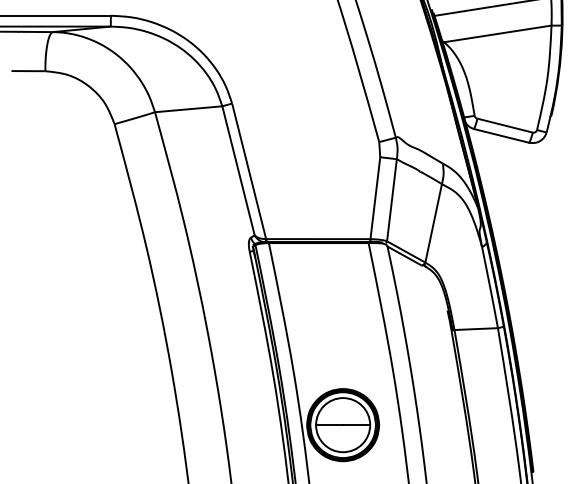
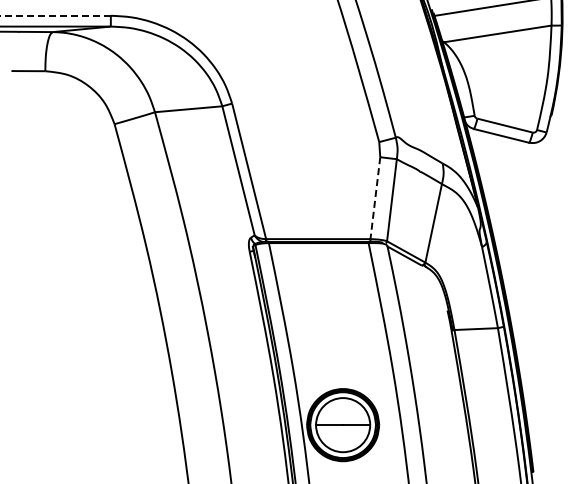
line at (55, 15): solid -> dashed
line at (375, 198): solid -> dashed
